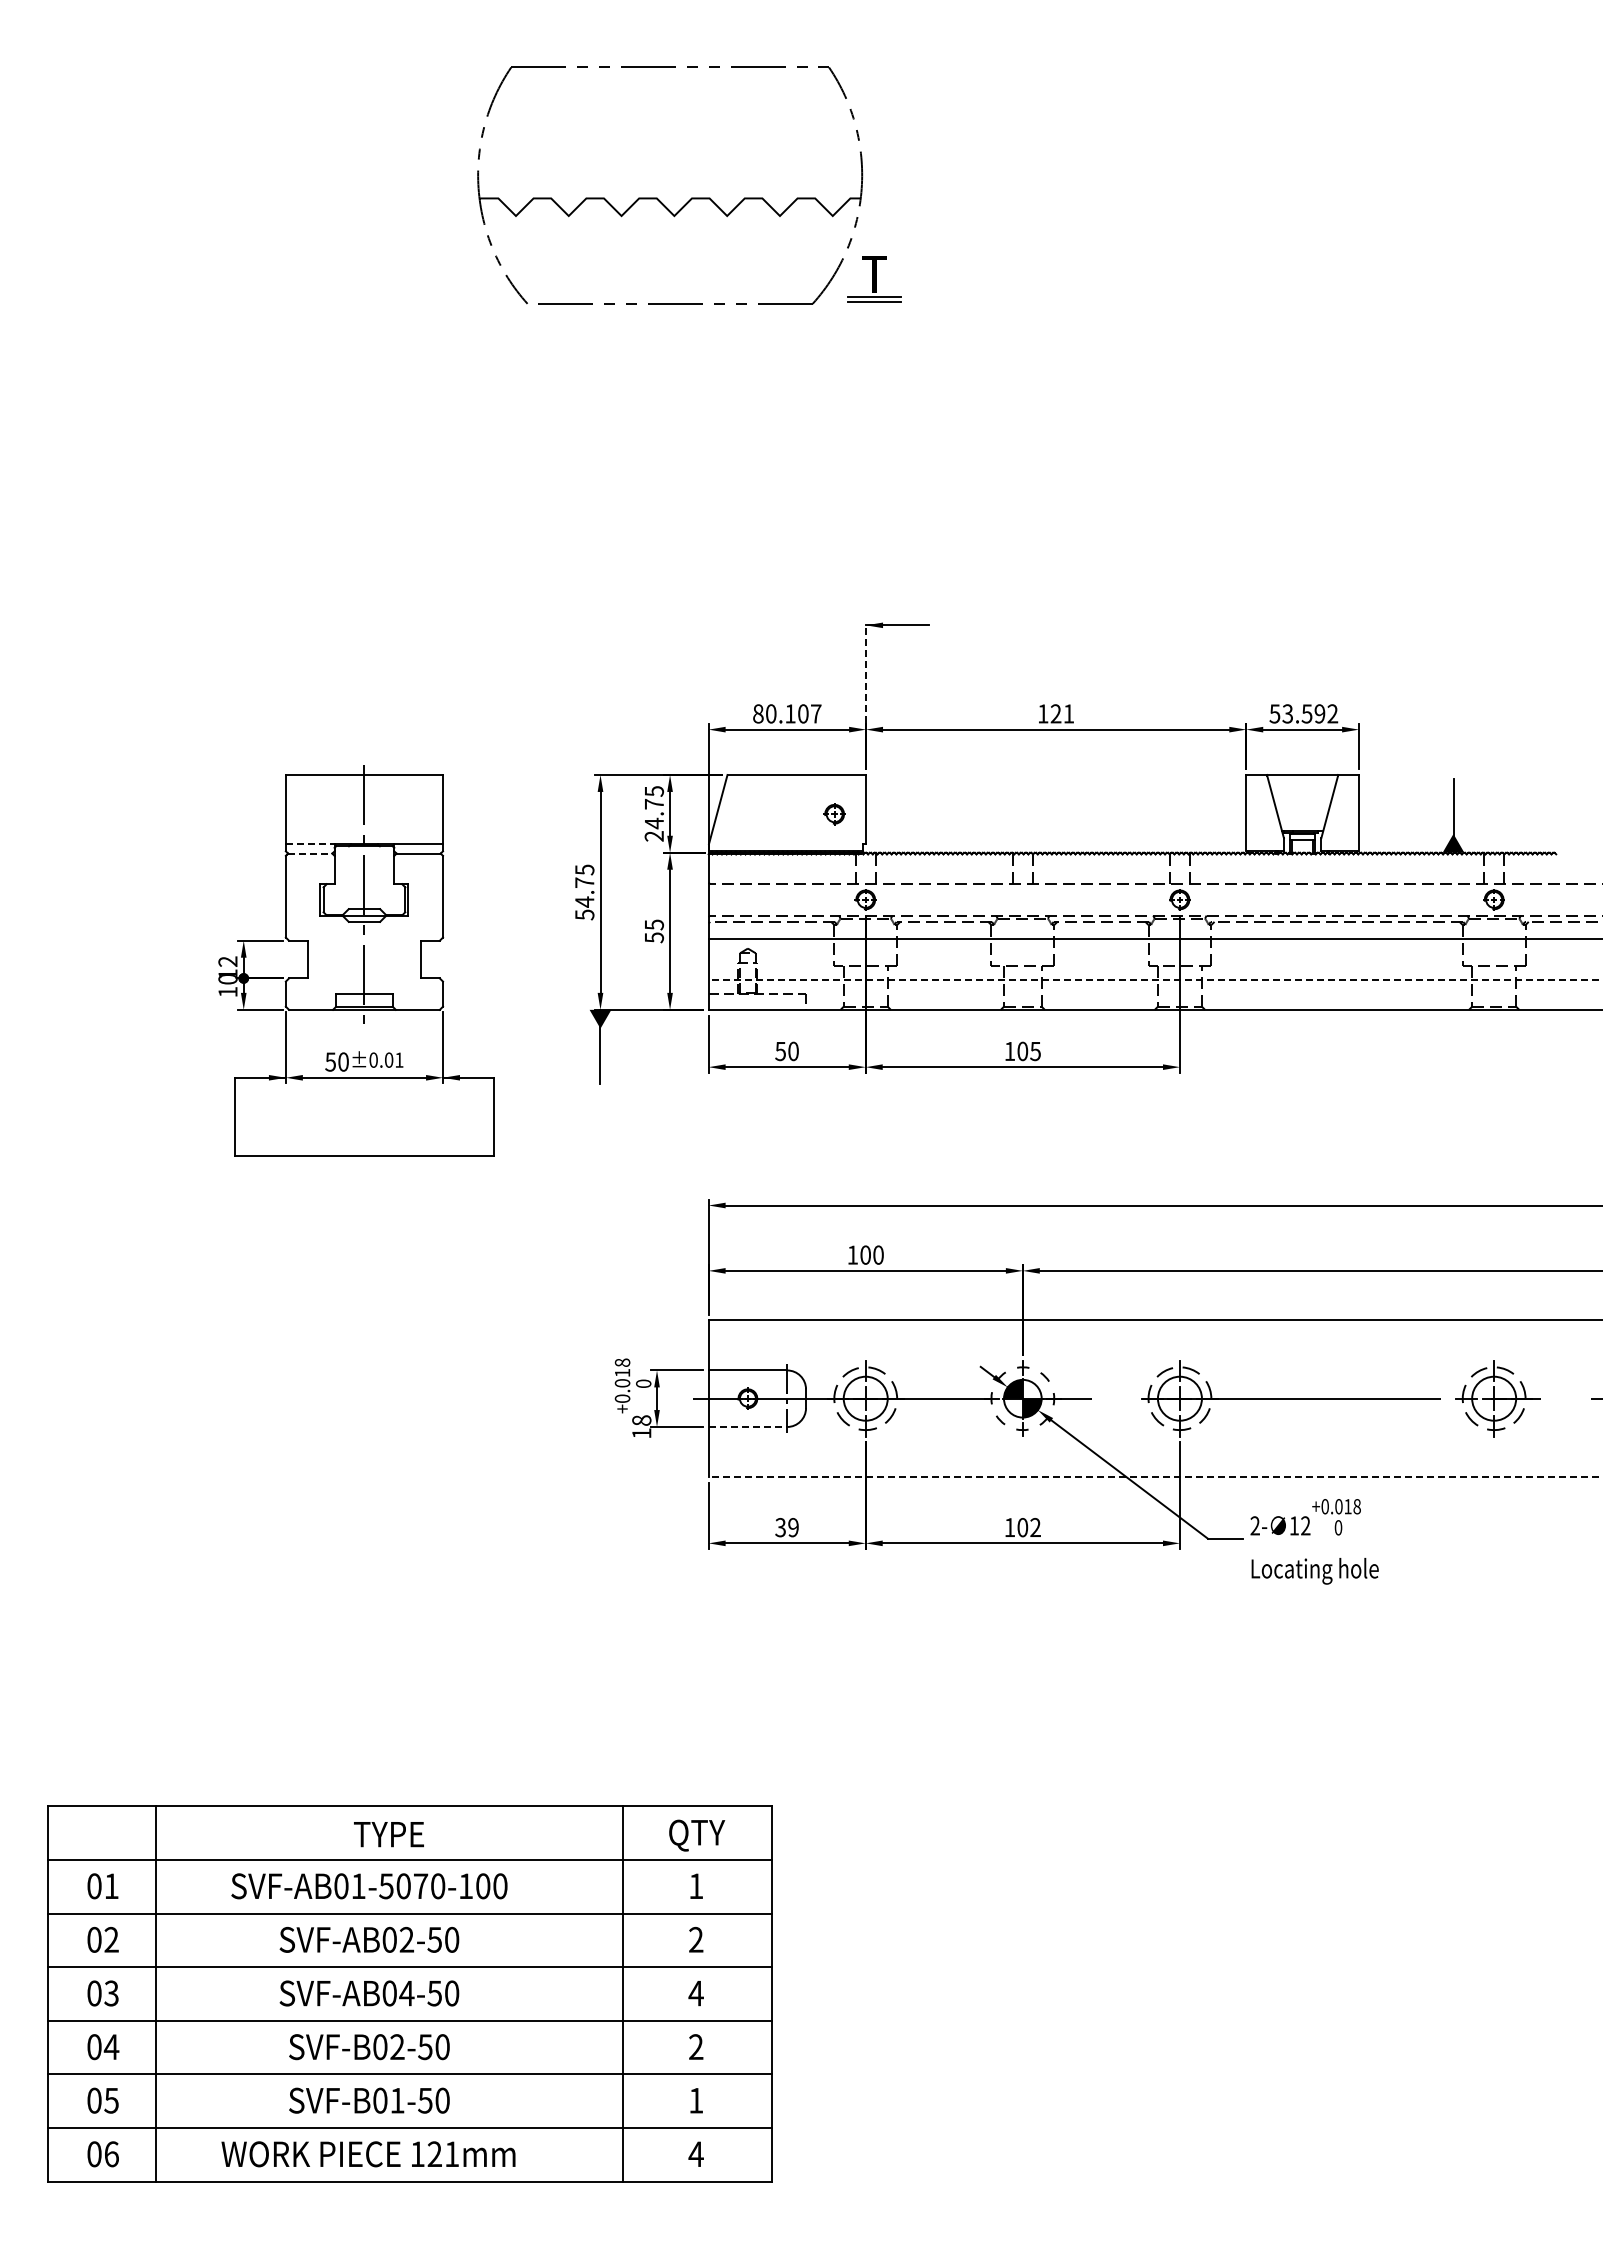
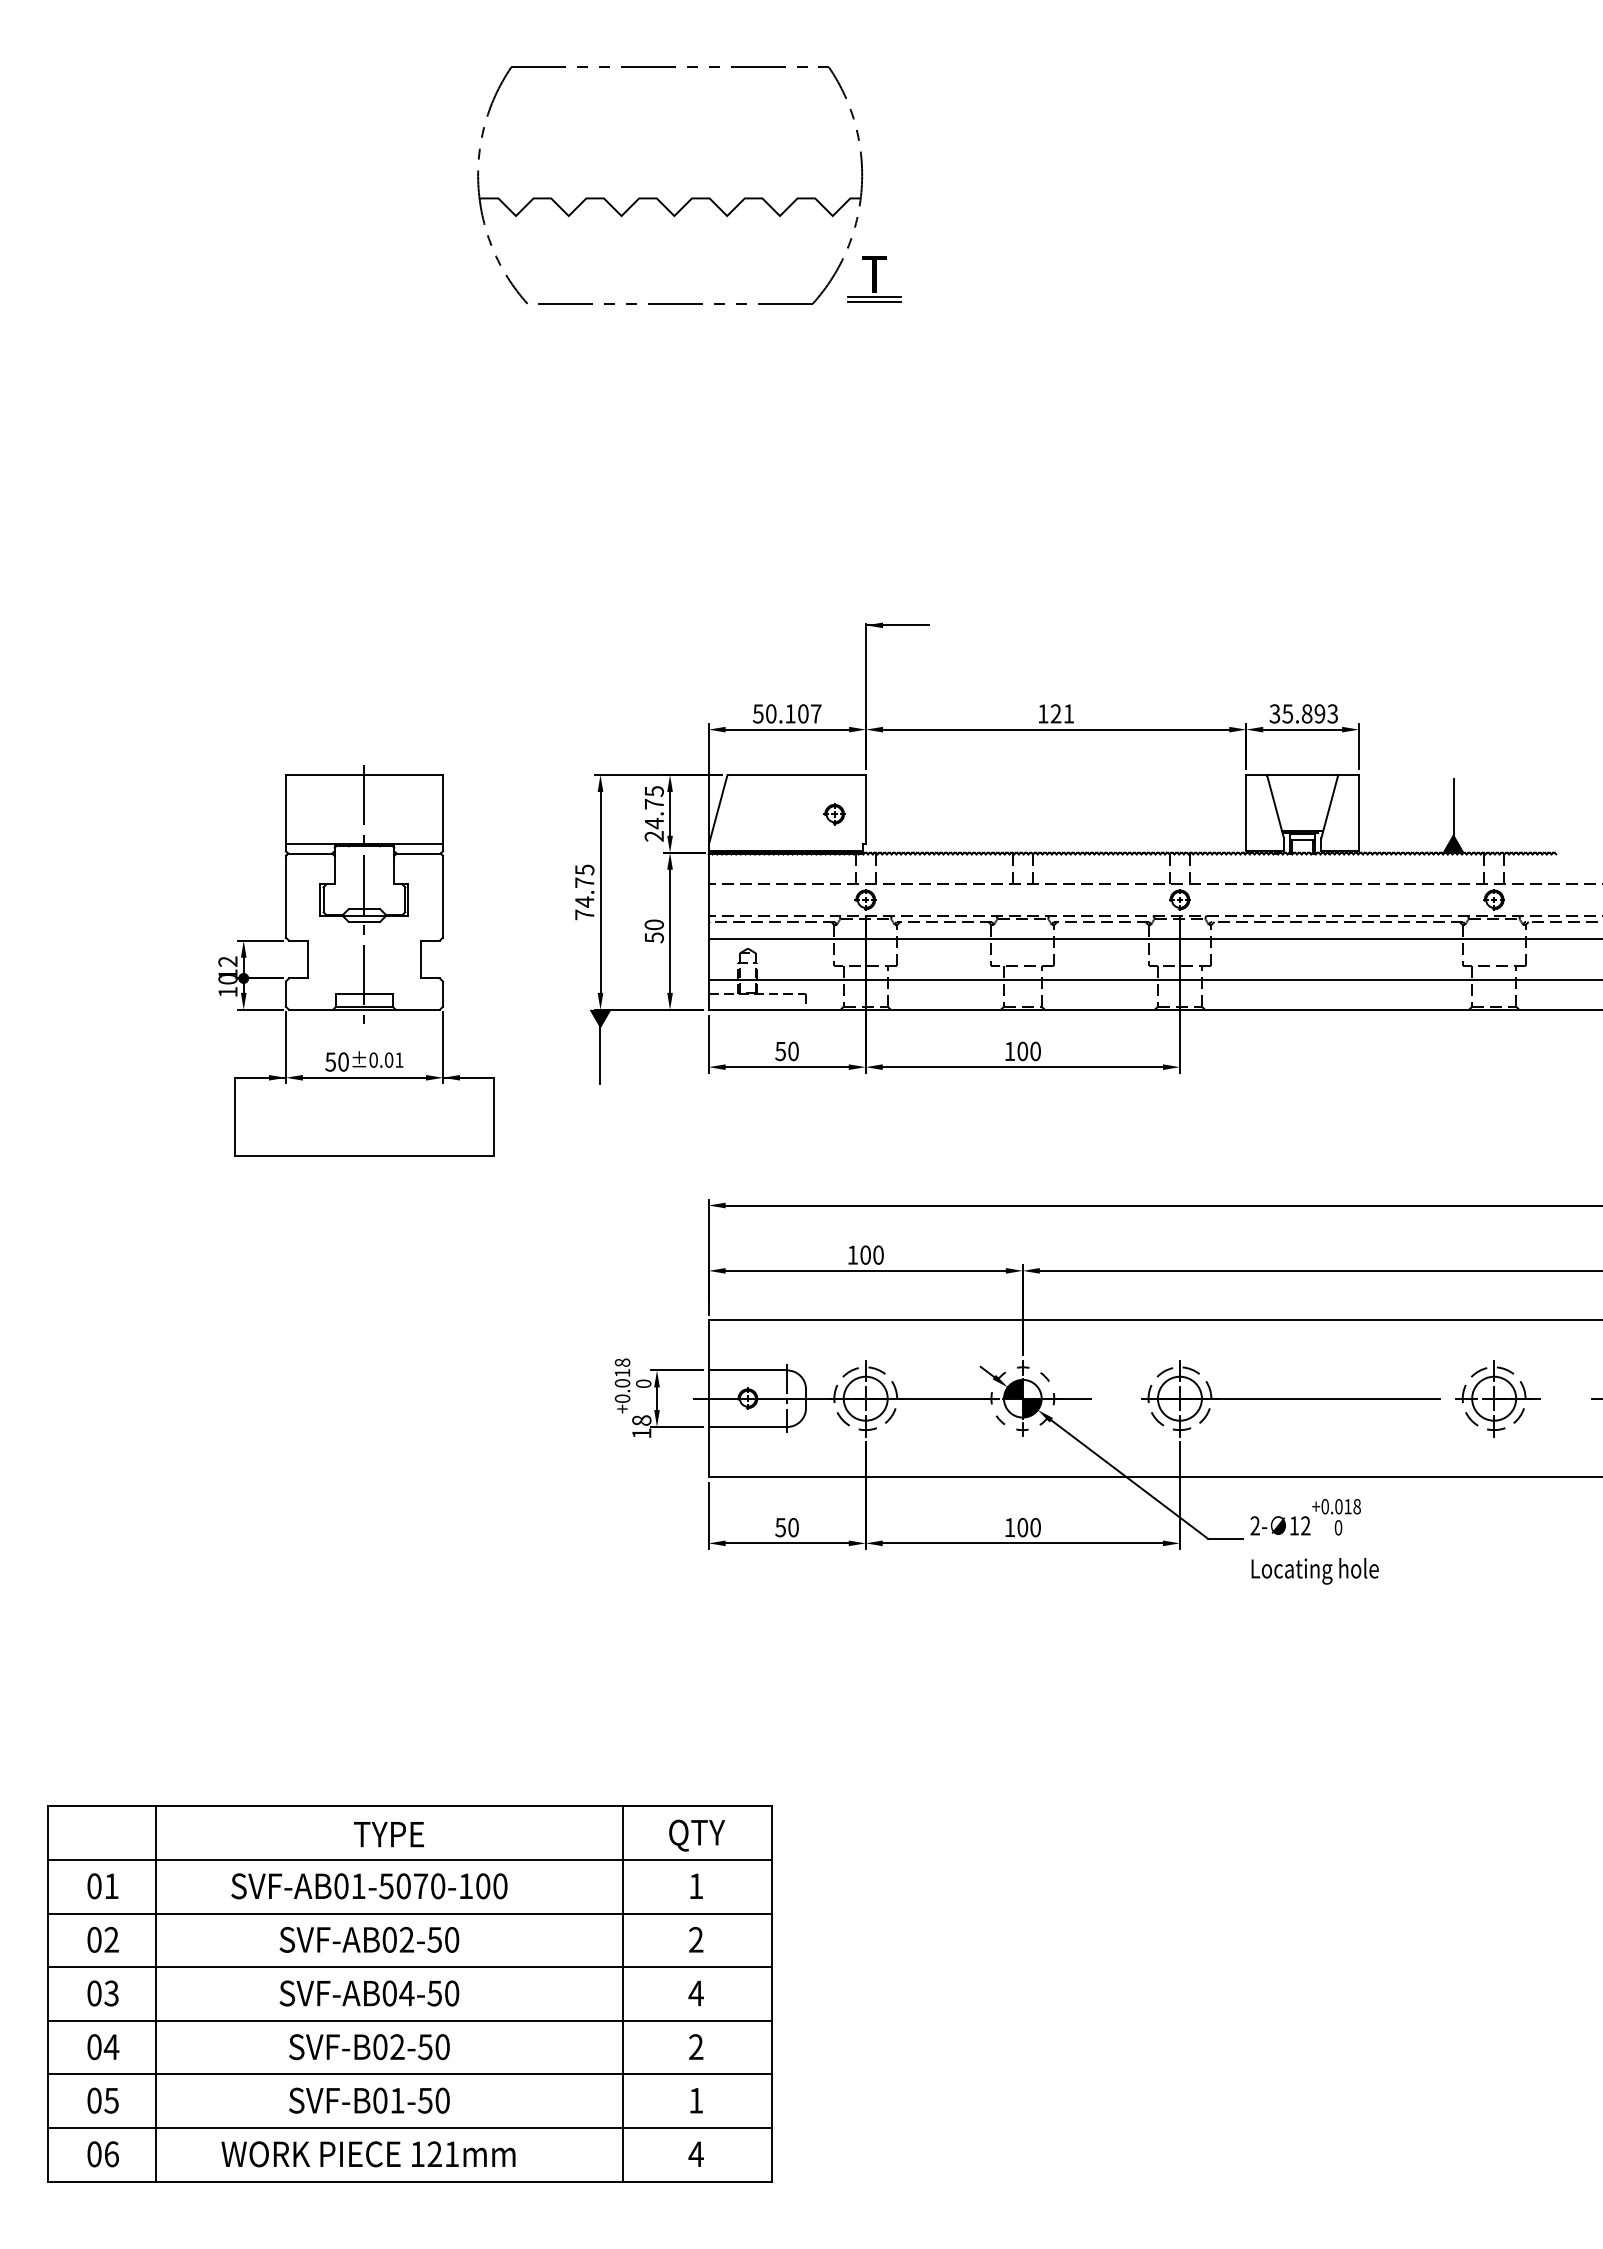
line at (866, 673): dashed -> solid
text at (757, 713): 80.107 -> 50.107
text at (1304, 713): 53.592 -> 35.893
line at (310, 844): dashed -> solid
line at (310, 853): dashed -> solid
text at (584, 914): 54.75 -> 74.75
text at (653, 924): 55 -> 50
line at (1155, 980): dashed -> solid
text at (1035, 1050): 105 -> 100
line at (748, 1427): dashed -> solid
line at (1155, 1477): dashed -> solid
text at (786, 1527): 39 -> 50
text at (1035, 1527): 102 -> 100
